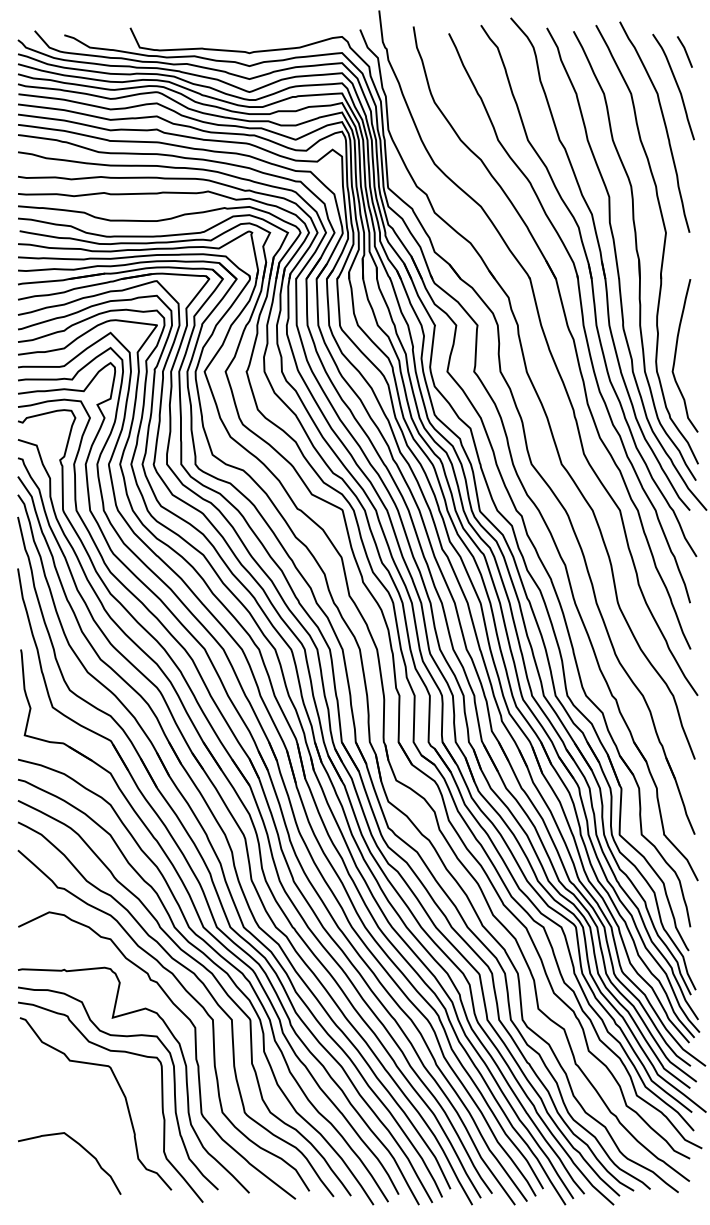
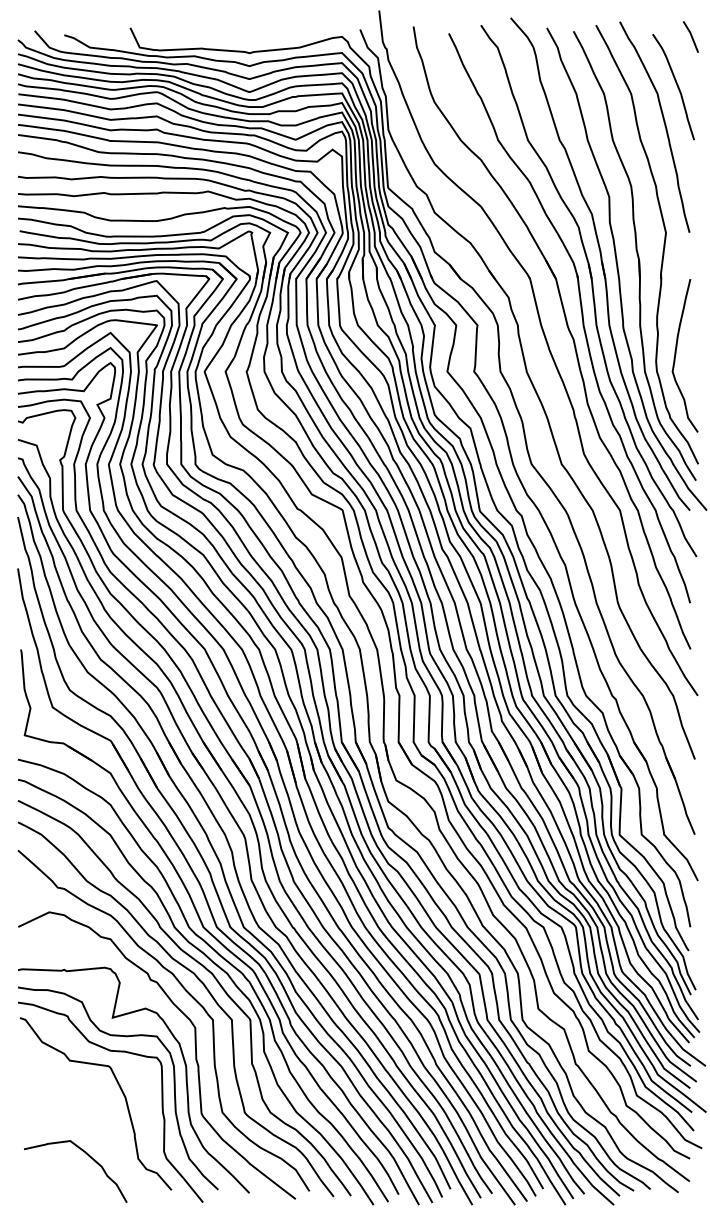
line at (684, 51) position: (684, 51) -> (690, 36)
curve at (83, 1149) position: (83, 1149) -> (89, 1157)
